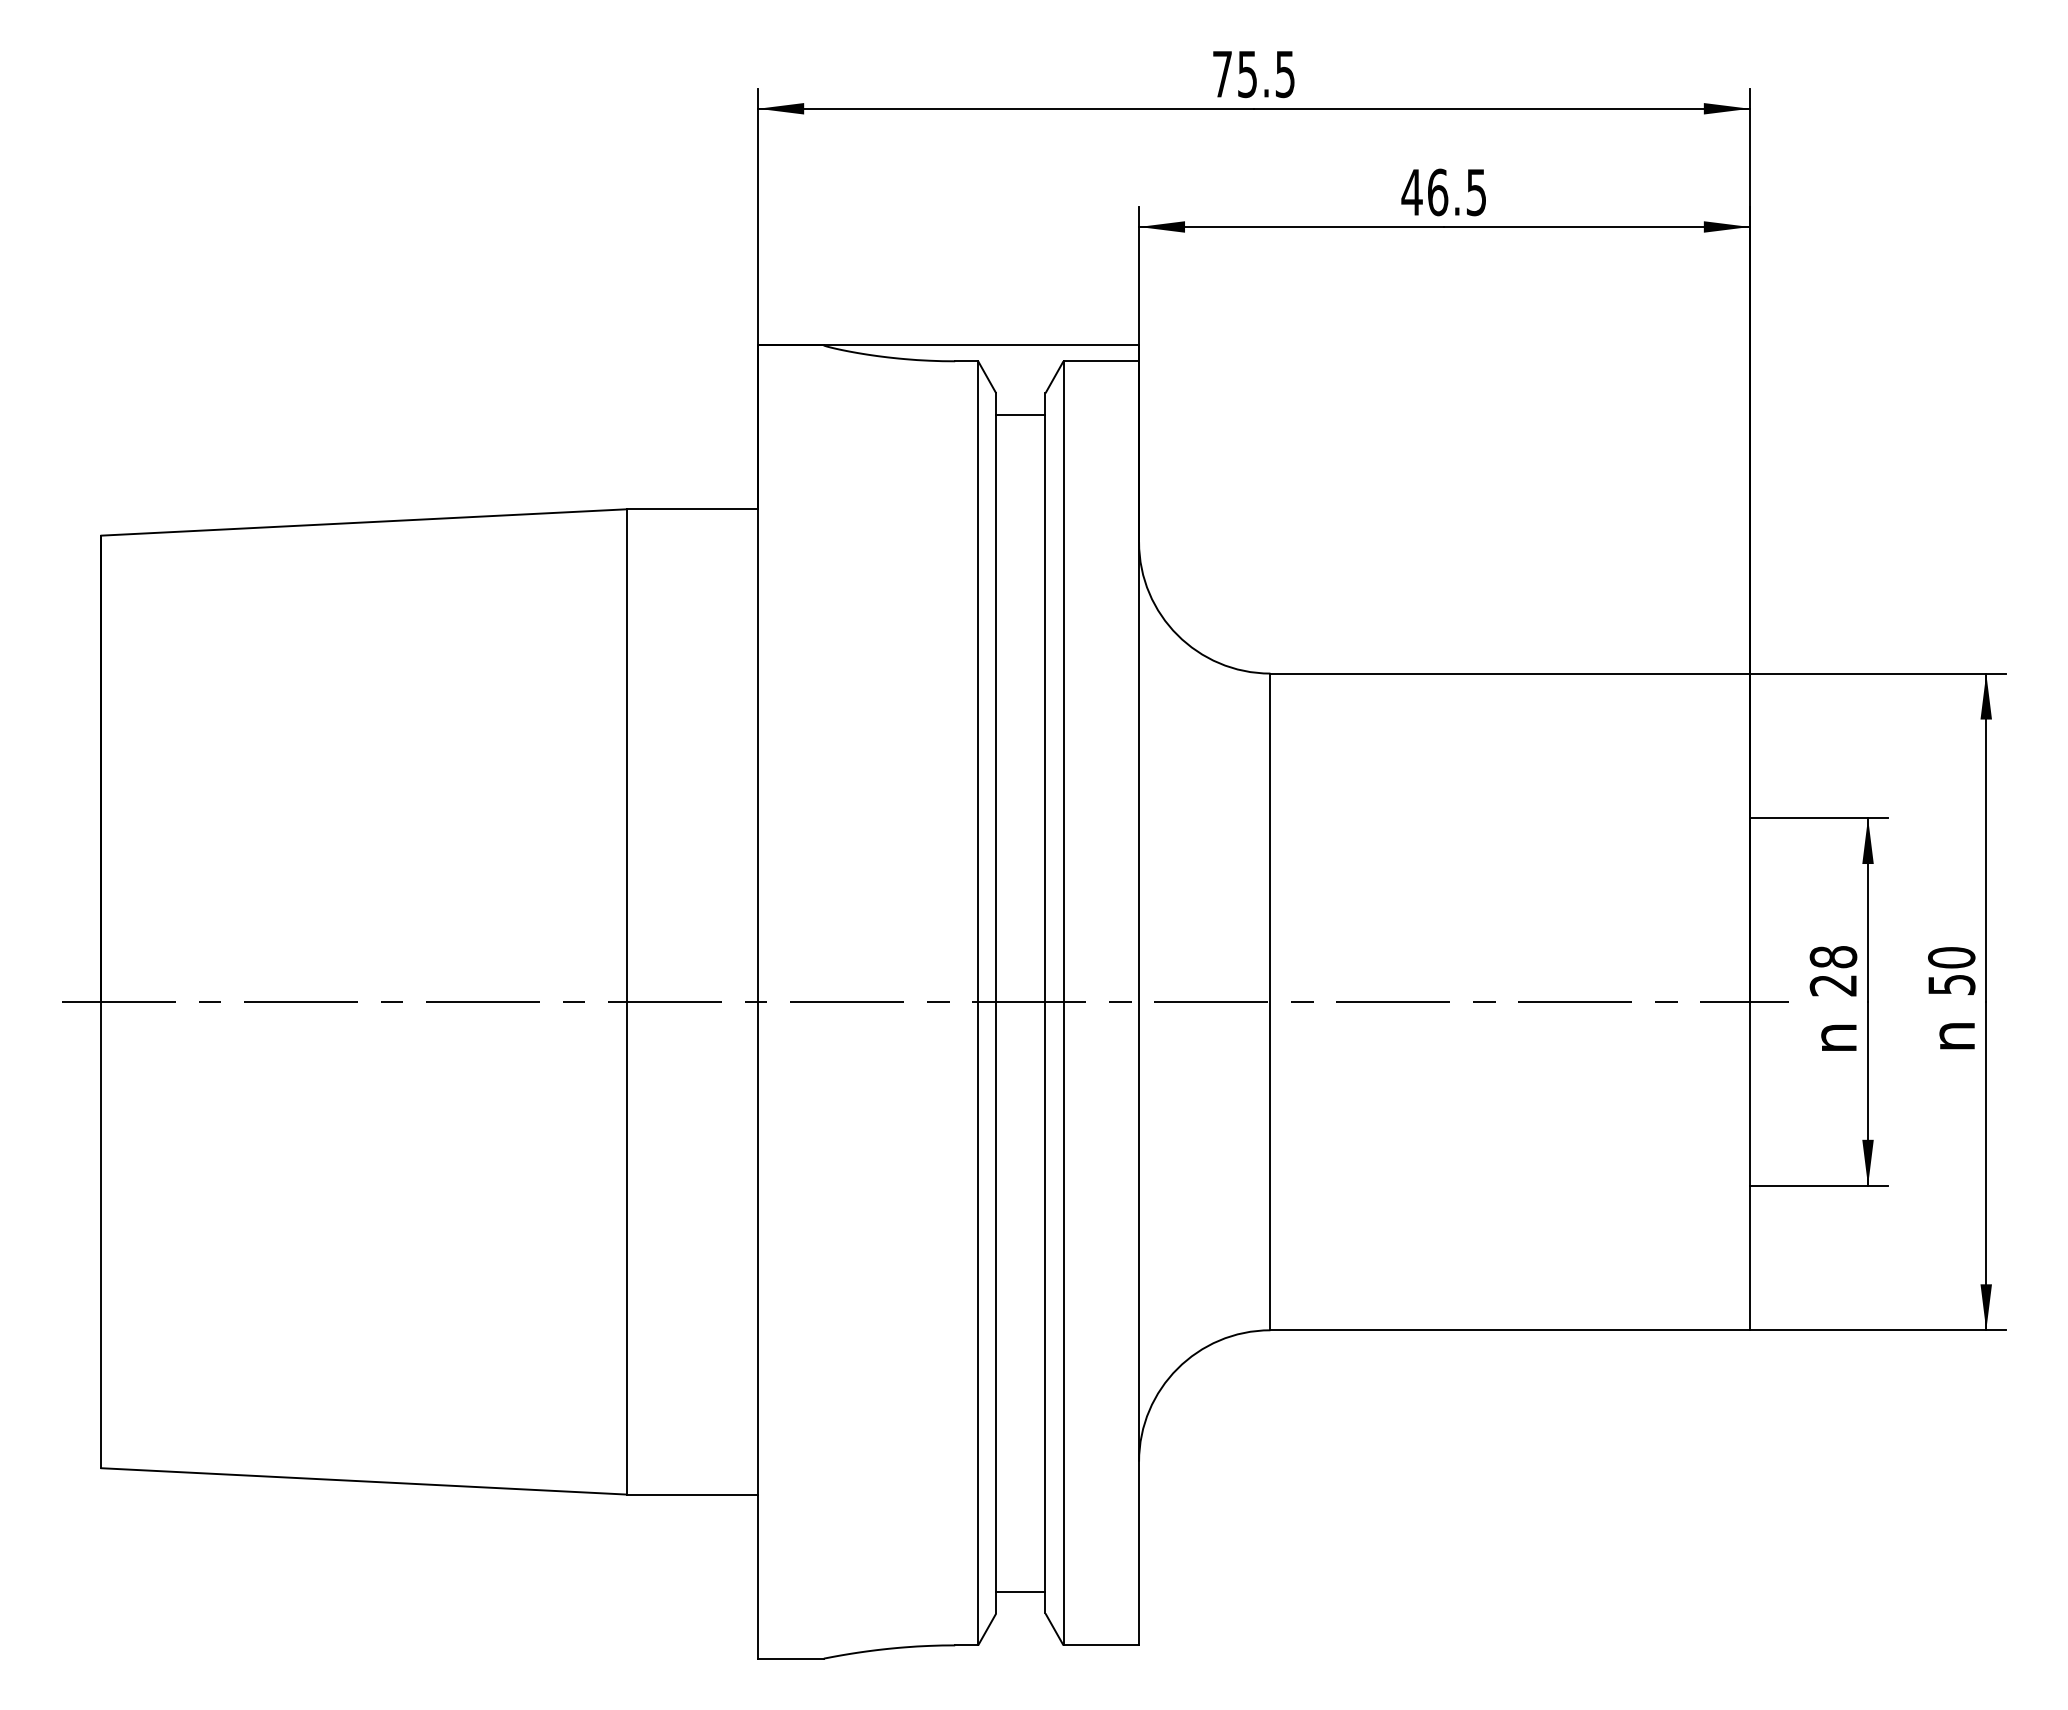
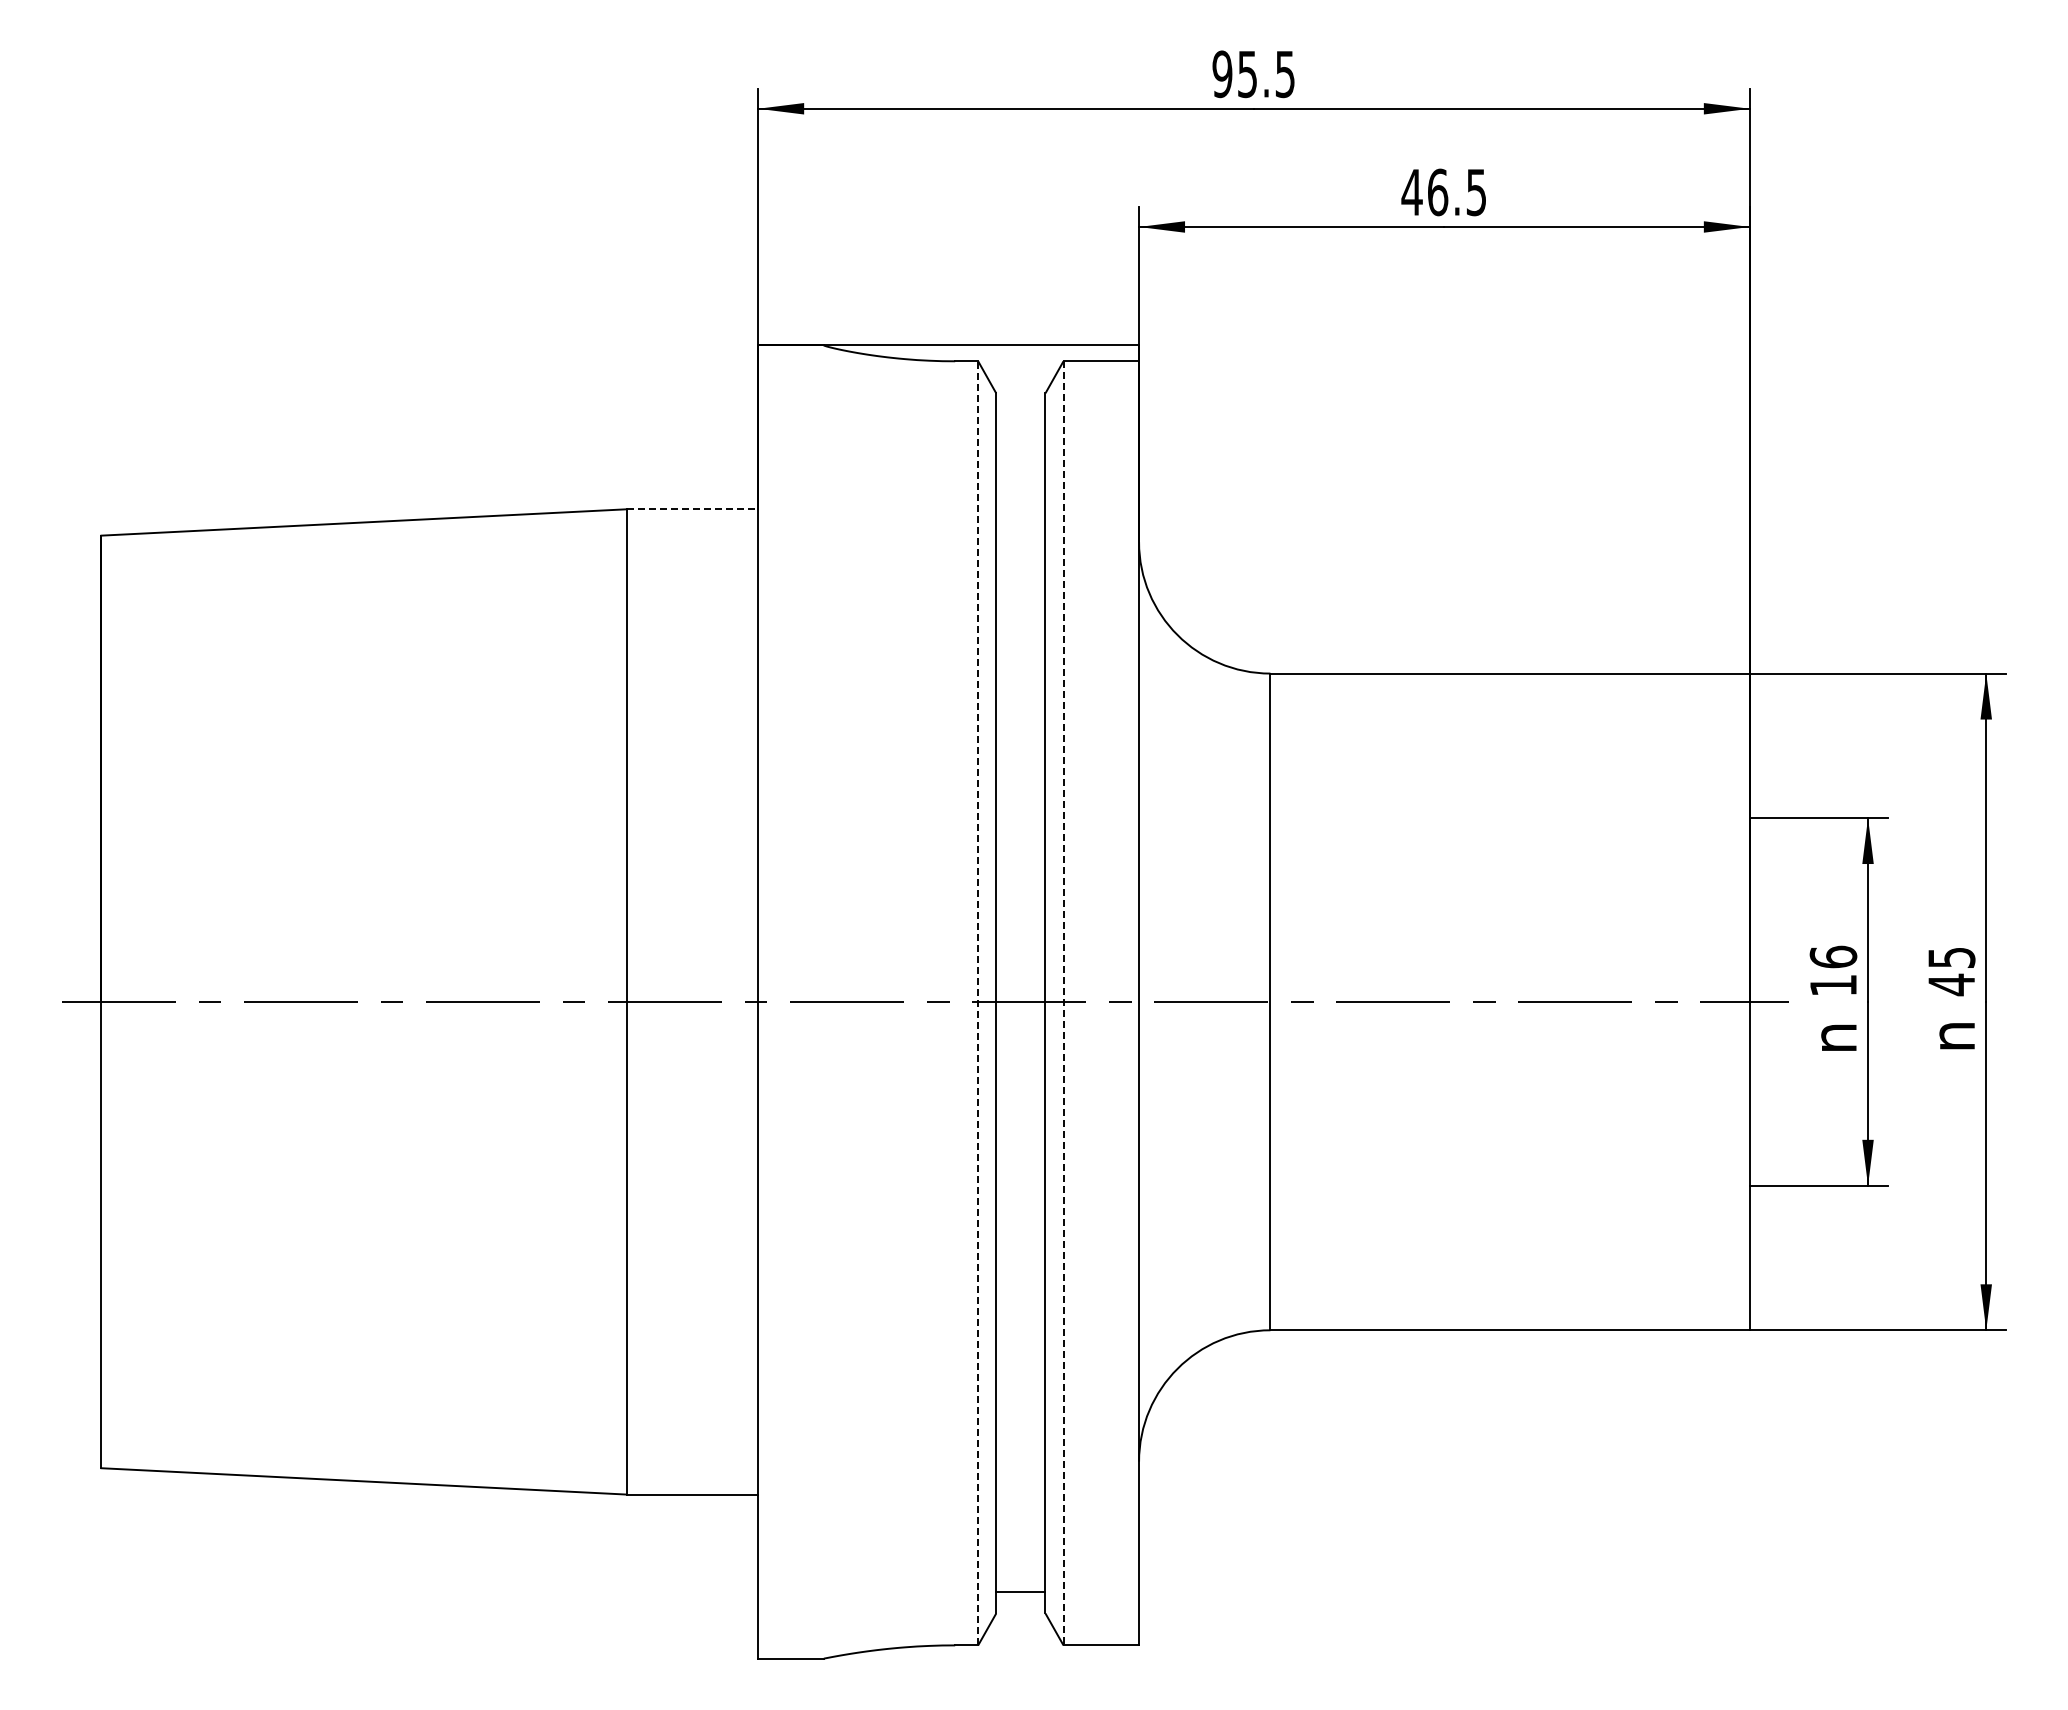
text at (1222, 74): 75.5 -> 95.5
line at (1020, 415): present -> none
line at (692, 509): solid -> dashed
text at (1833, 970): 28 -> 16
text at (1951, 971): 50 -> 45
line at (978, 1002): solid -> dashed
line at (1063, 1003): solid -> dashed
